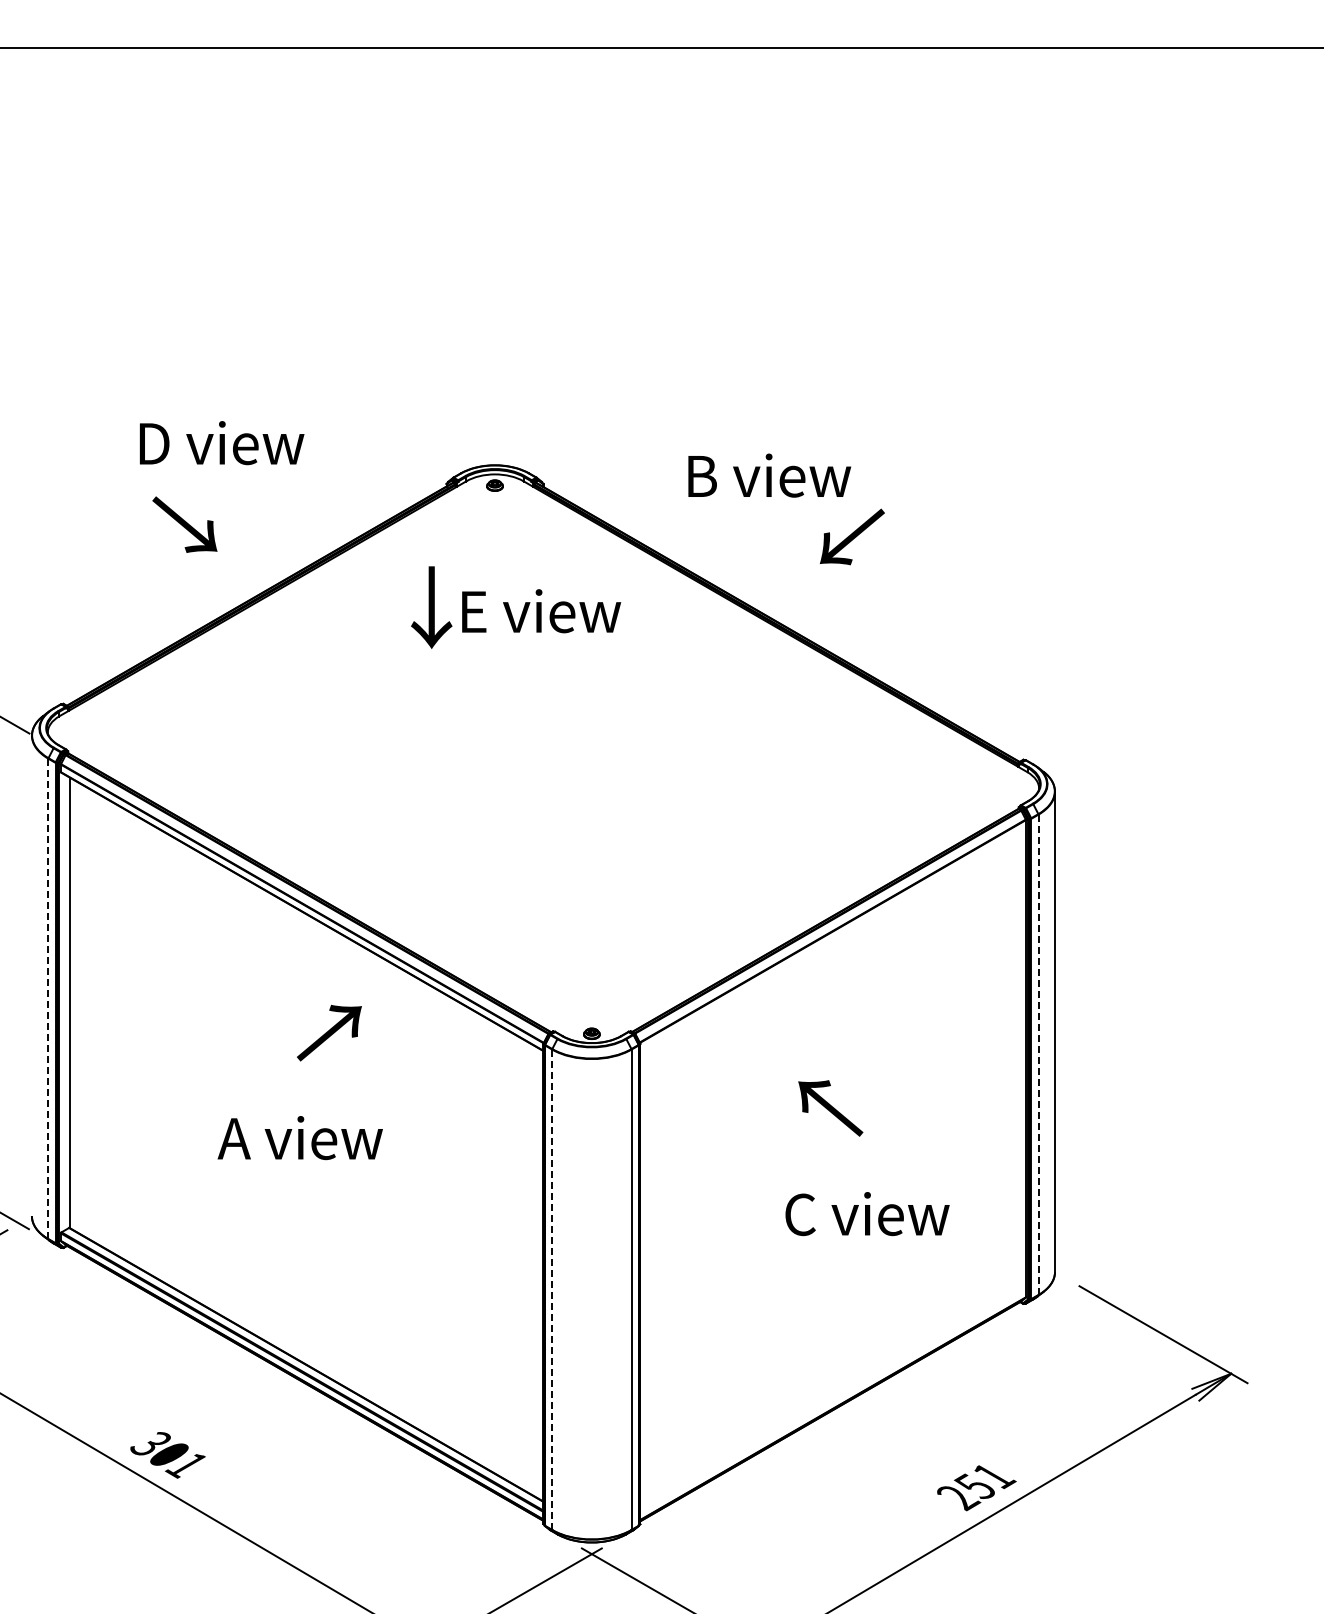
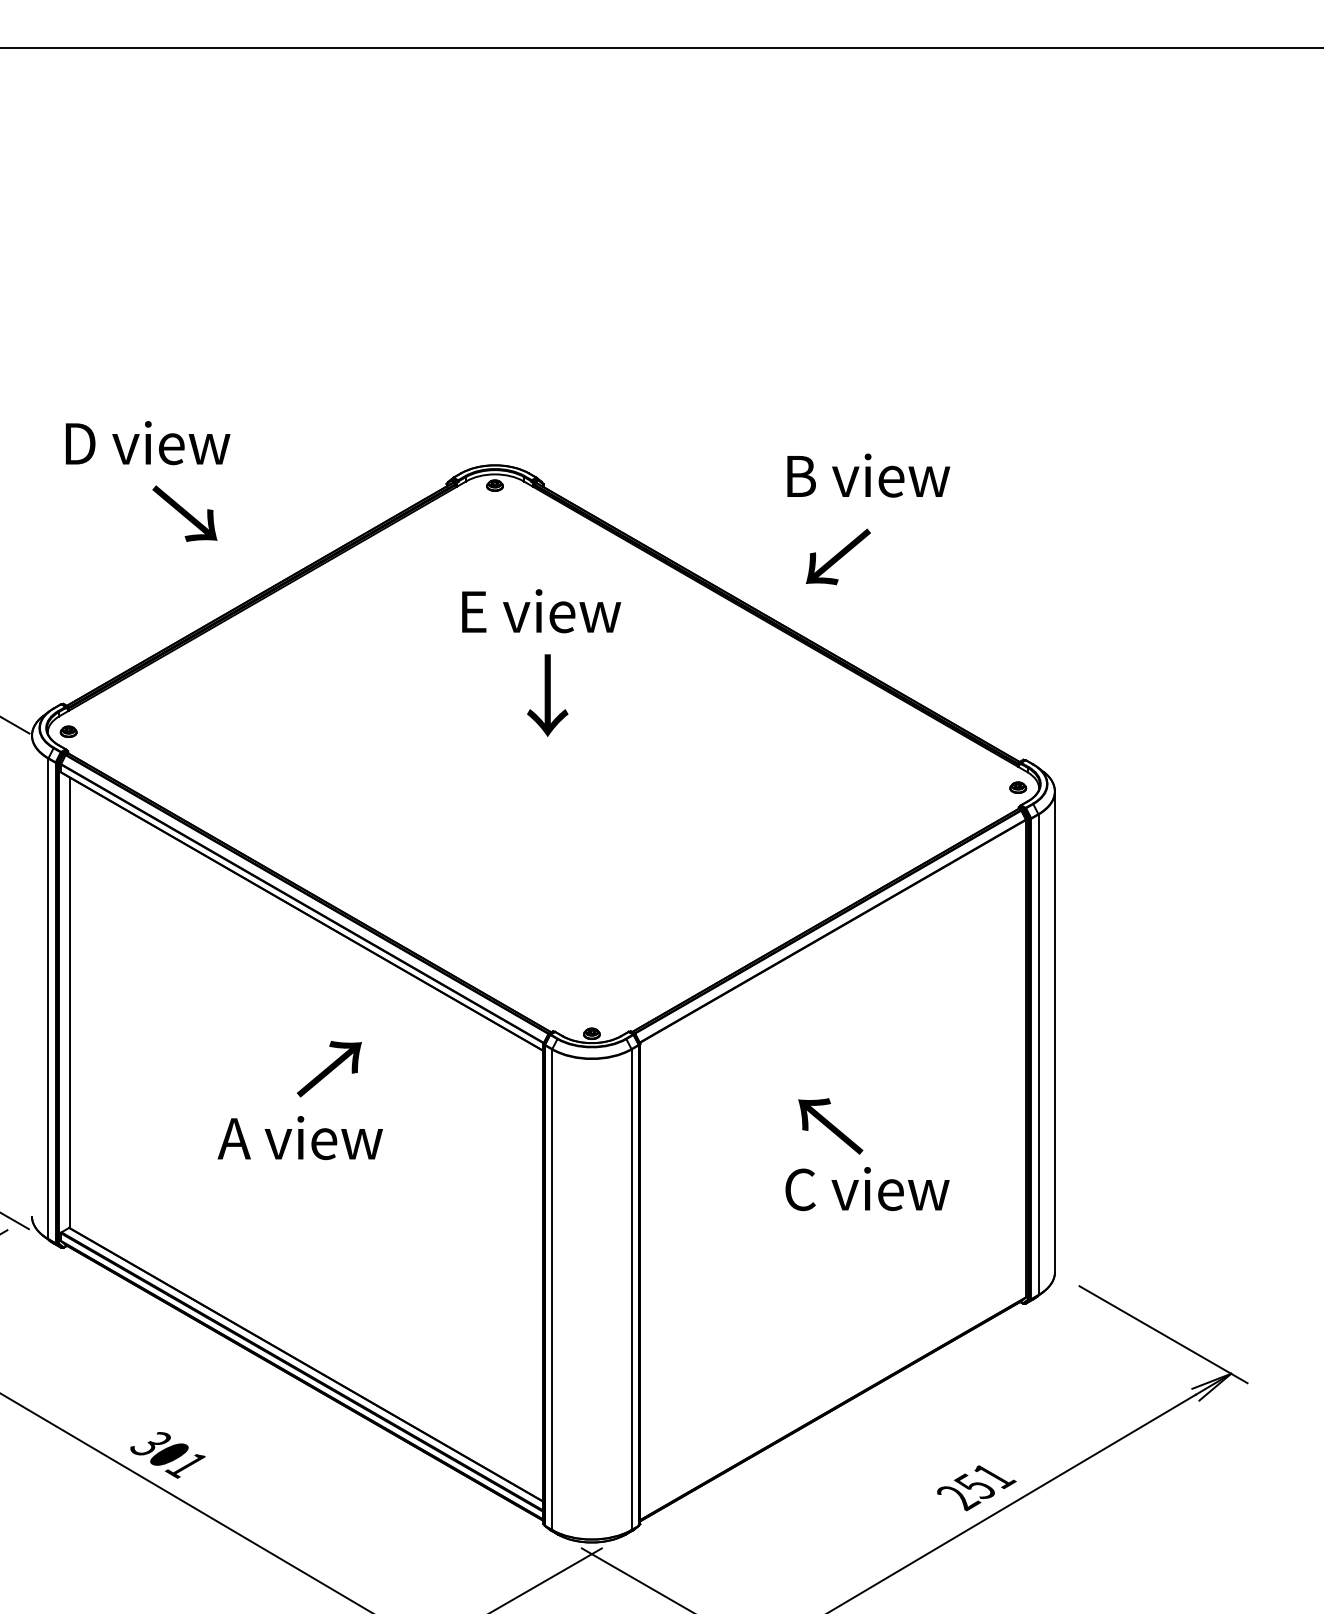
text at (222, 443) position: (222, 443) -> (148, 443)
text at (769, 475) position: (769, 475) -> (868, 475)
text at (184, 524) position: (184, 524) -> (184, 513)
text at (851, 536) position: (851, 536) -> (837, 556)
text at (431, 607) position: (431, 607) -> (547, 695)
part at (68, 731): none -> present
part at (1018, 787): none -> present
line at (48, 998): dashed -> solid
text at (329, 1032) position: (329, 1032) -> (329, 1068)
line at (1038, 1055): dashed -> solid
text at (830, 1108) position: (830, 1108) -> (830, 1126)
text at (867, 1214) position: (867, 1214) -> (867, 1189)
line at (552, 1290): dashed -> solid
